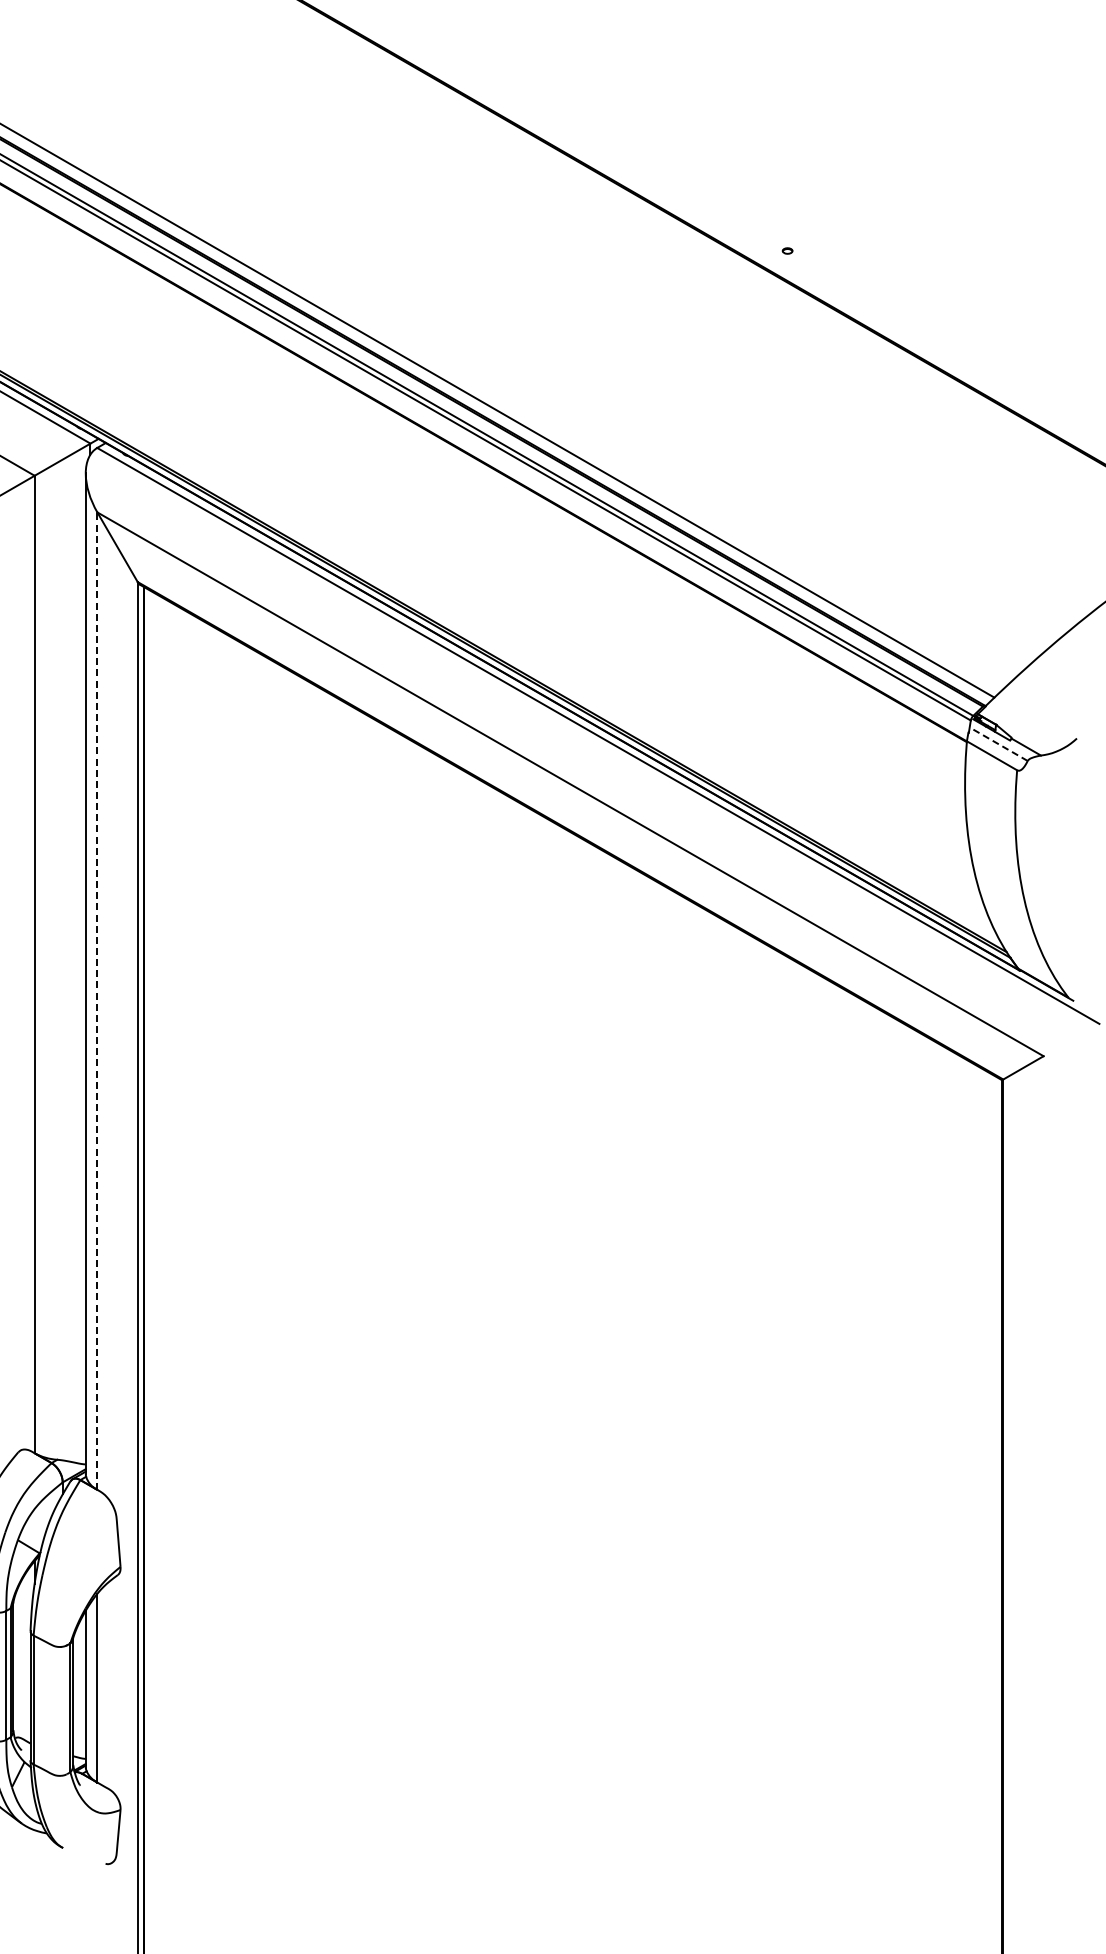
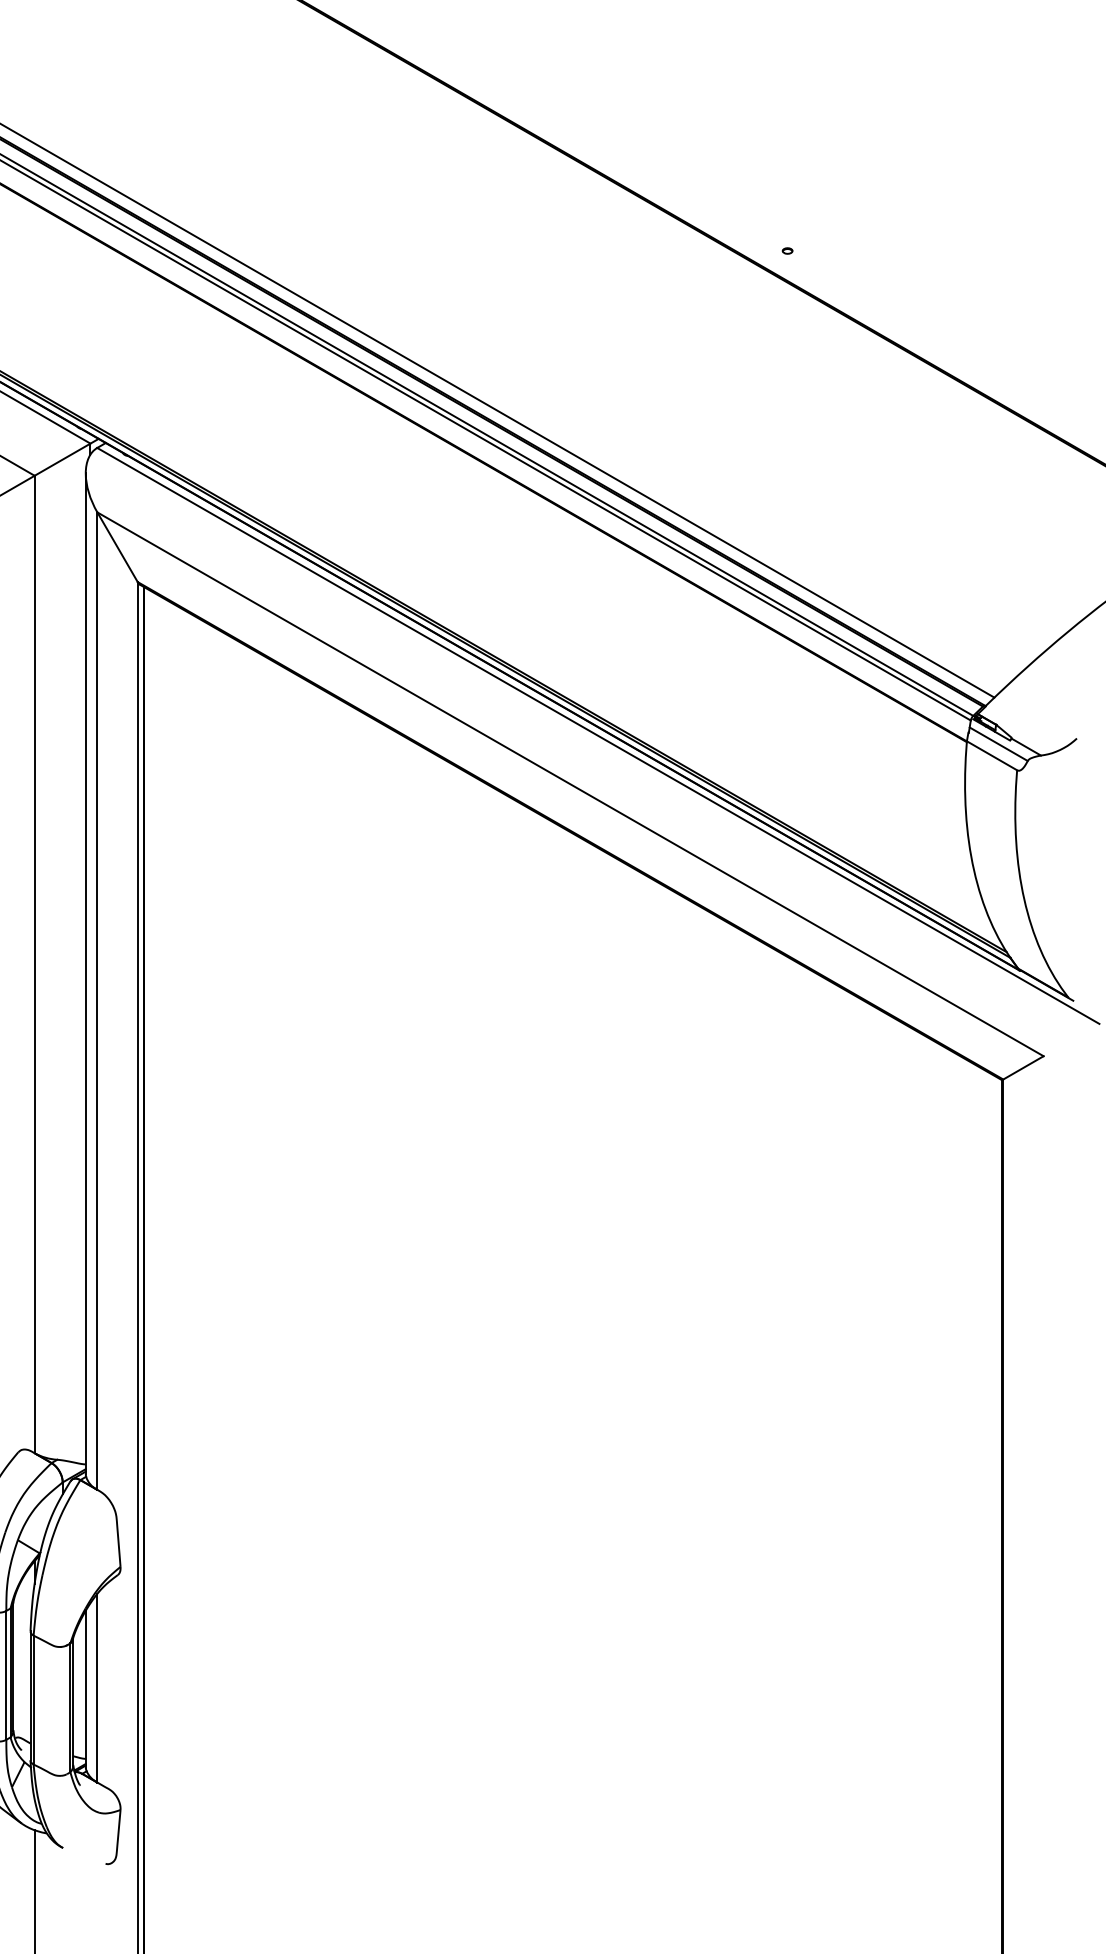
line at (998, 744): dashed -> solid
line at (97, 1001): dashed -> solid
line at (34, 1890): none -> present
